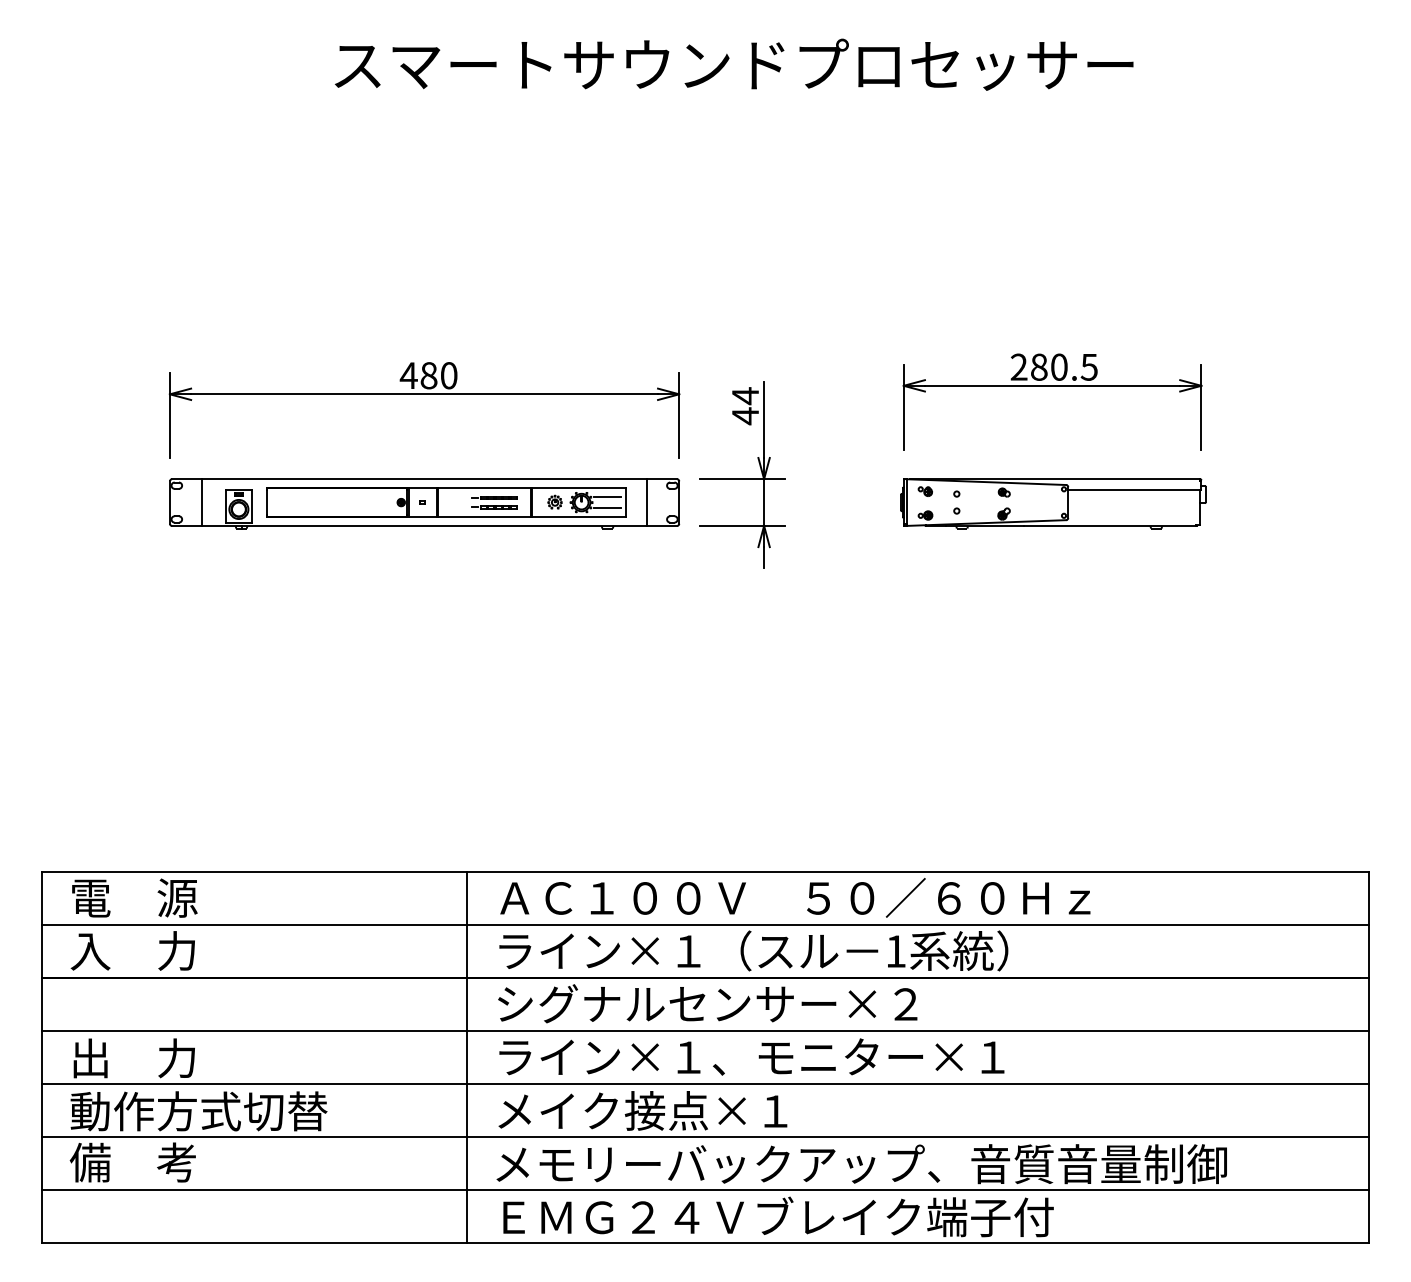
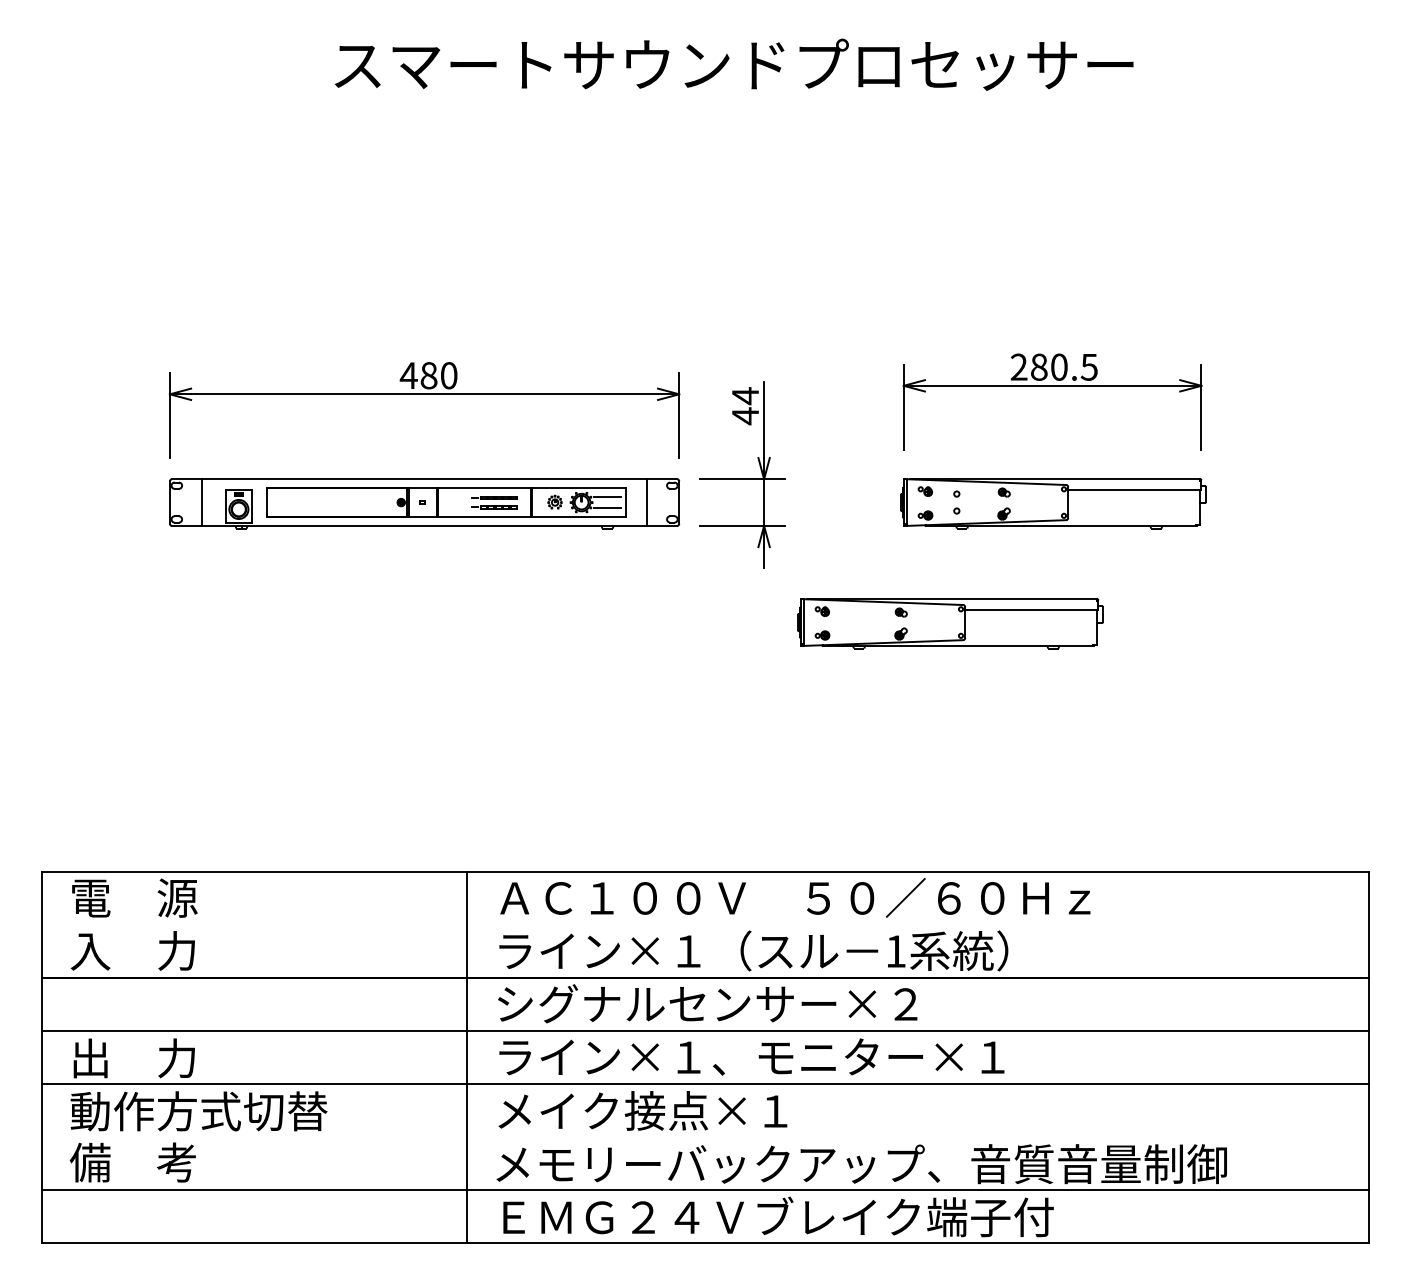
part at (950, 623): none -> present
line at (705, 925): present -> none
line at (705, 1137): present -> none
